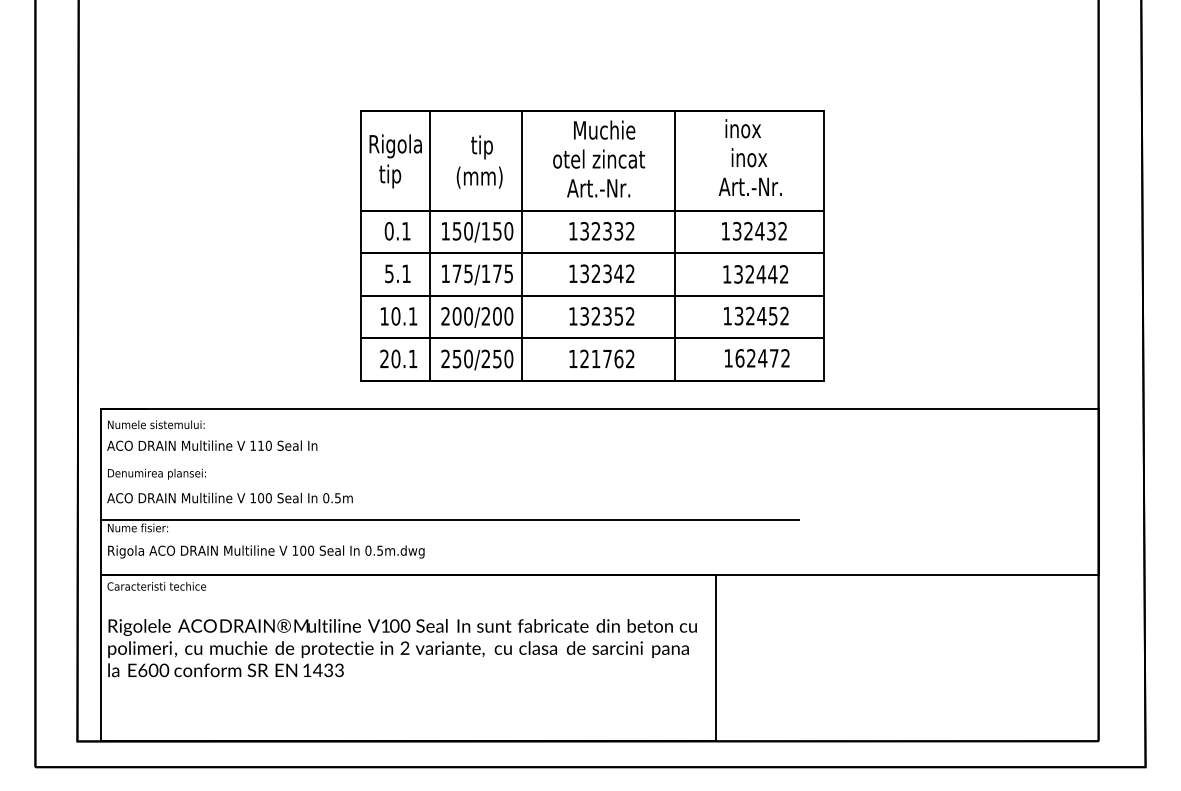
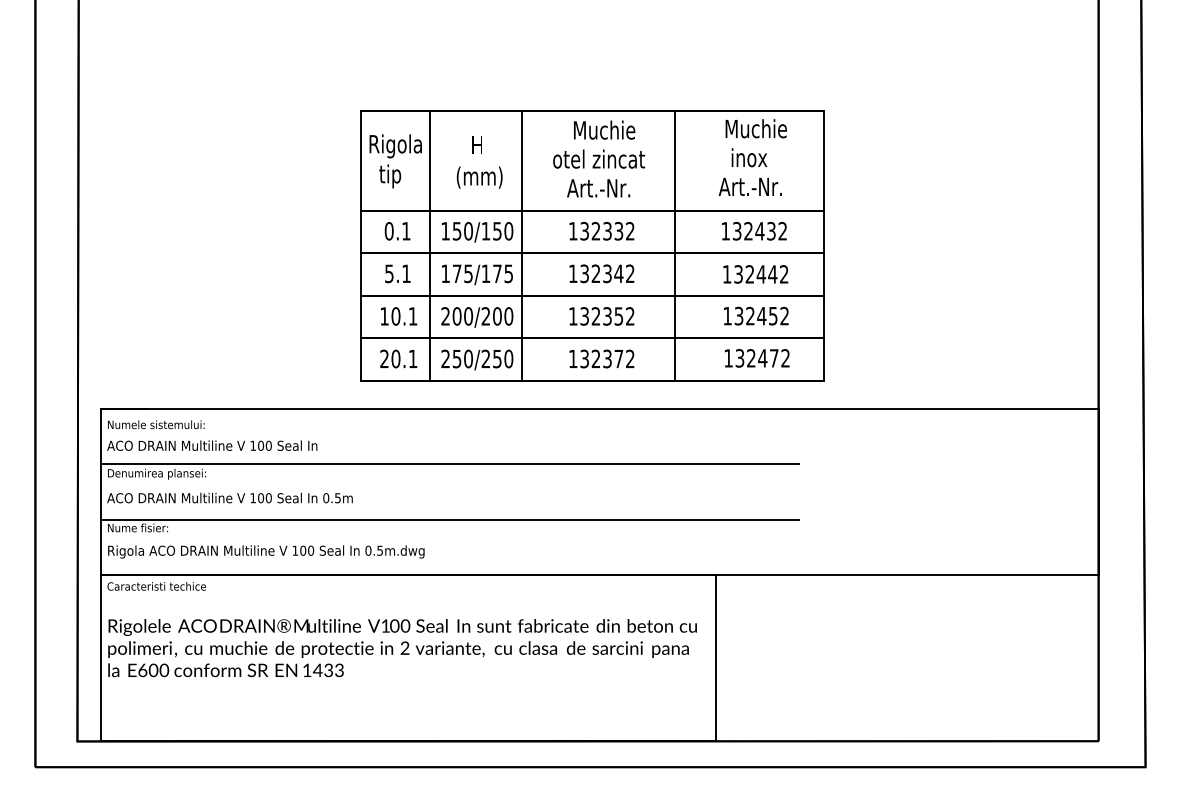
text at (755, 128): inox -> Muchie
text at (481, 147): tip -> H
text at (601, 358): 121762 -> 132372
text at (739, 358): 162472 -> 132472
text at (261, 445): 110 -> 100
line at (449, 464): none -> present
